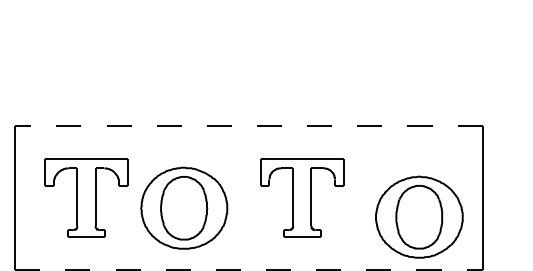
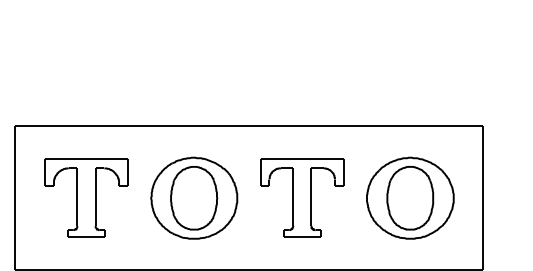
line at (248, 126): dashed -> solid
part at (184, 207) position: (184, 207) -> (194, 197)
part at (419, 216) position: (419, 216) -> (410, 197)
line at (248, 270): dashed -> solid
